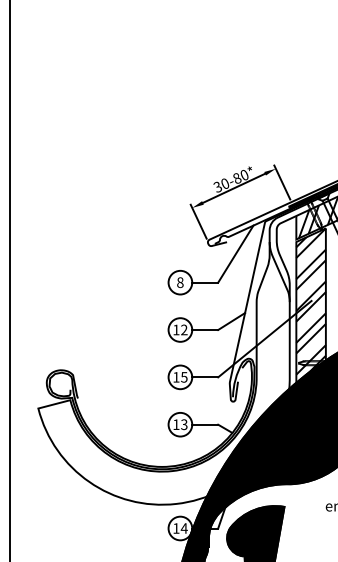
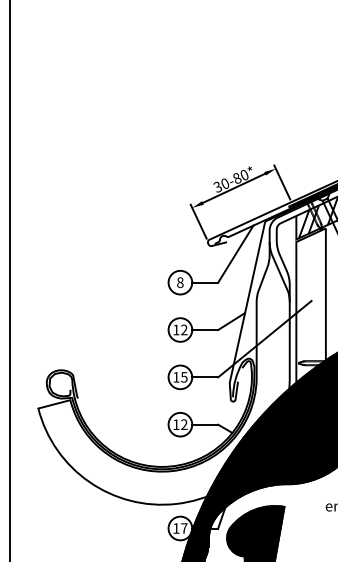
hatch at (310, 333): present -> none
text at (184, 425): 13 -> 12
text at (183, 528): 14 -> 17
